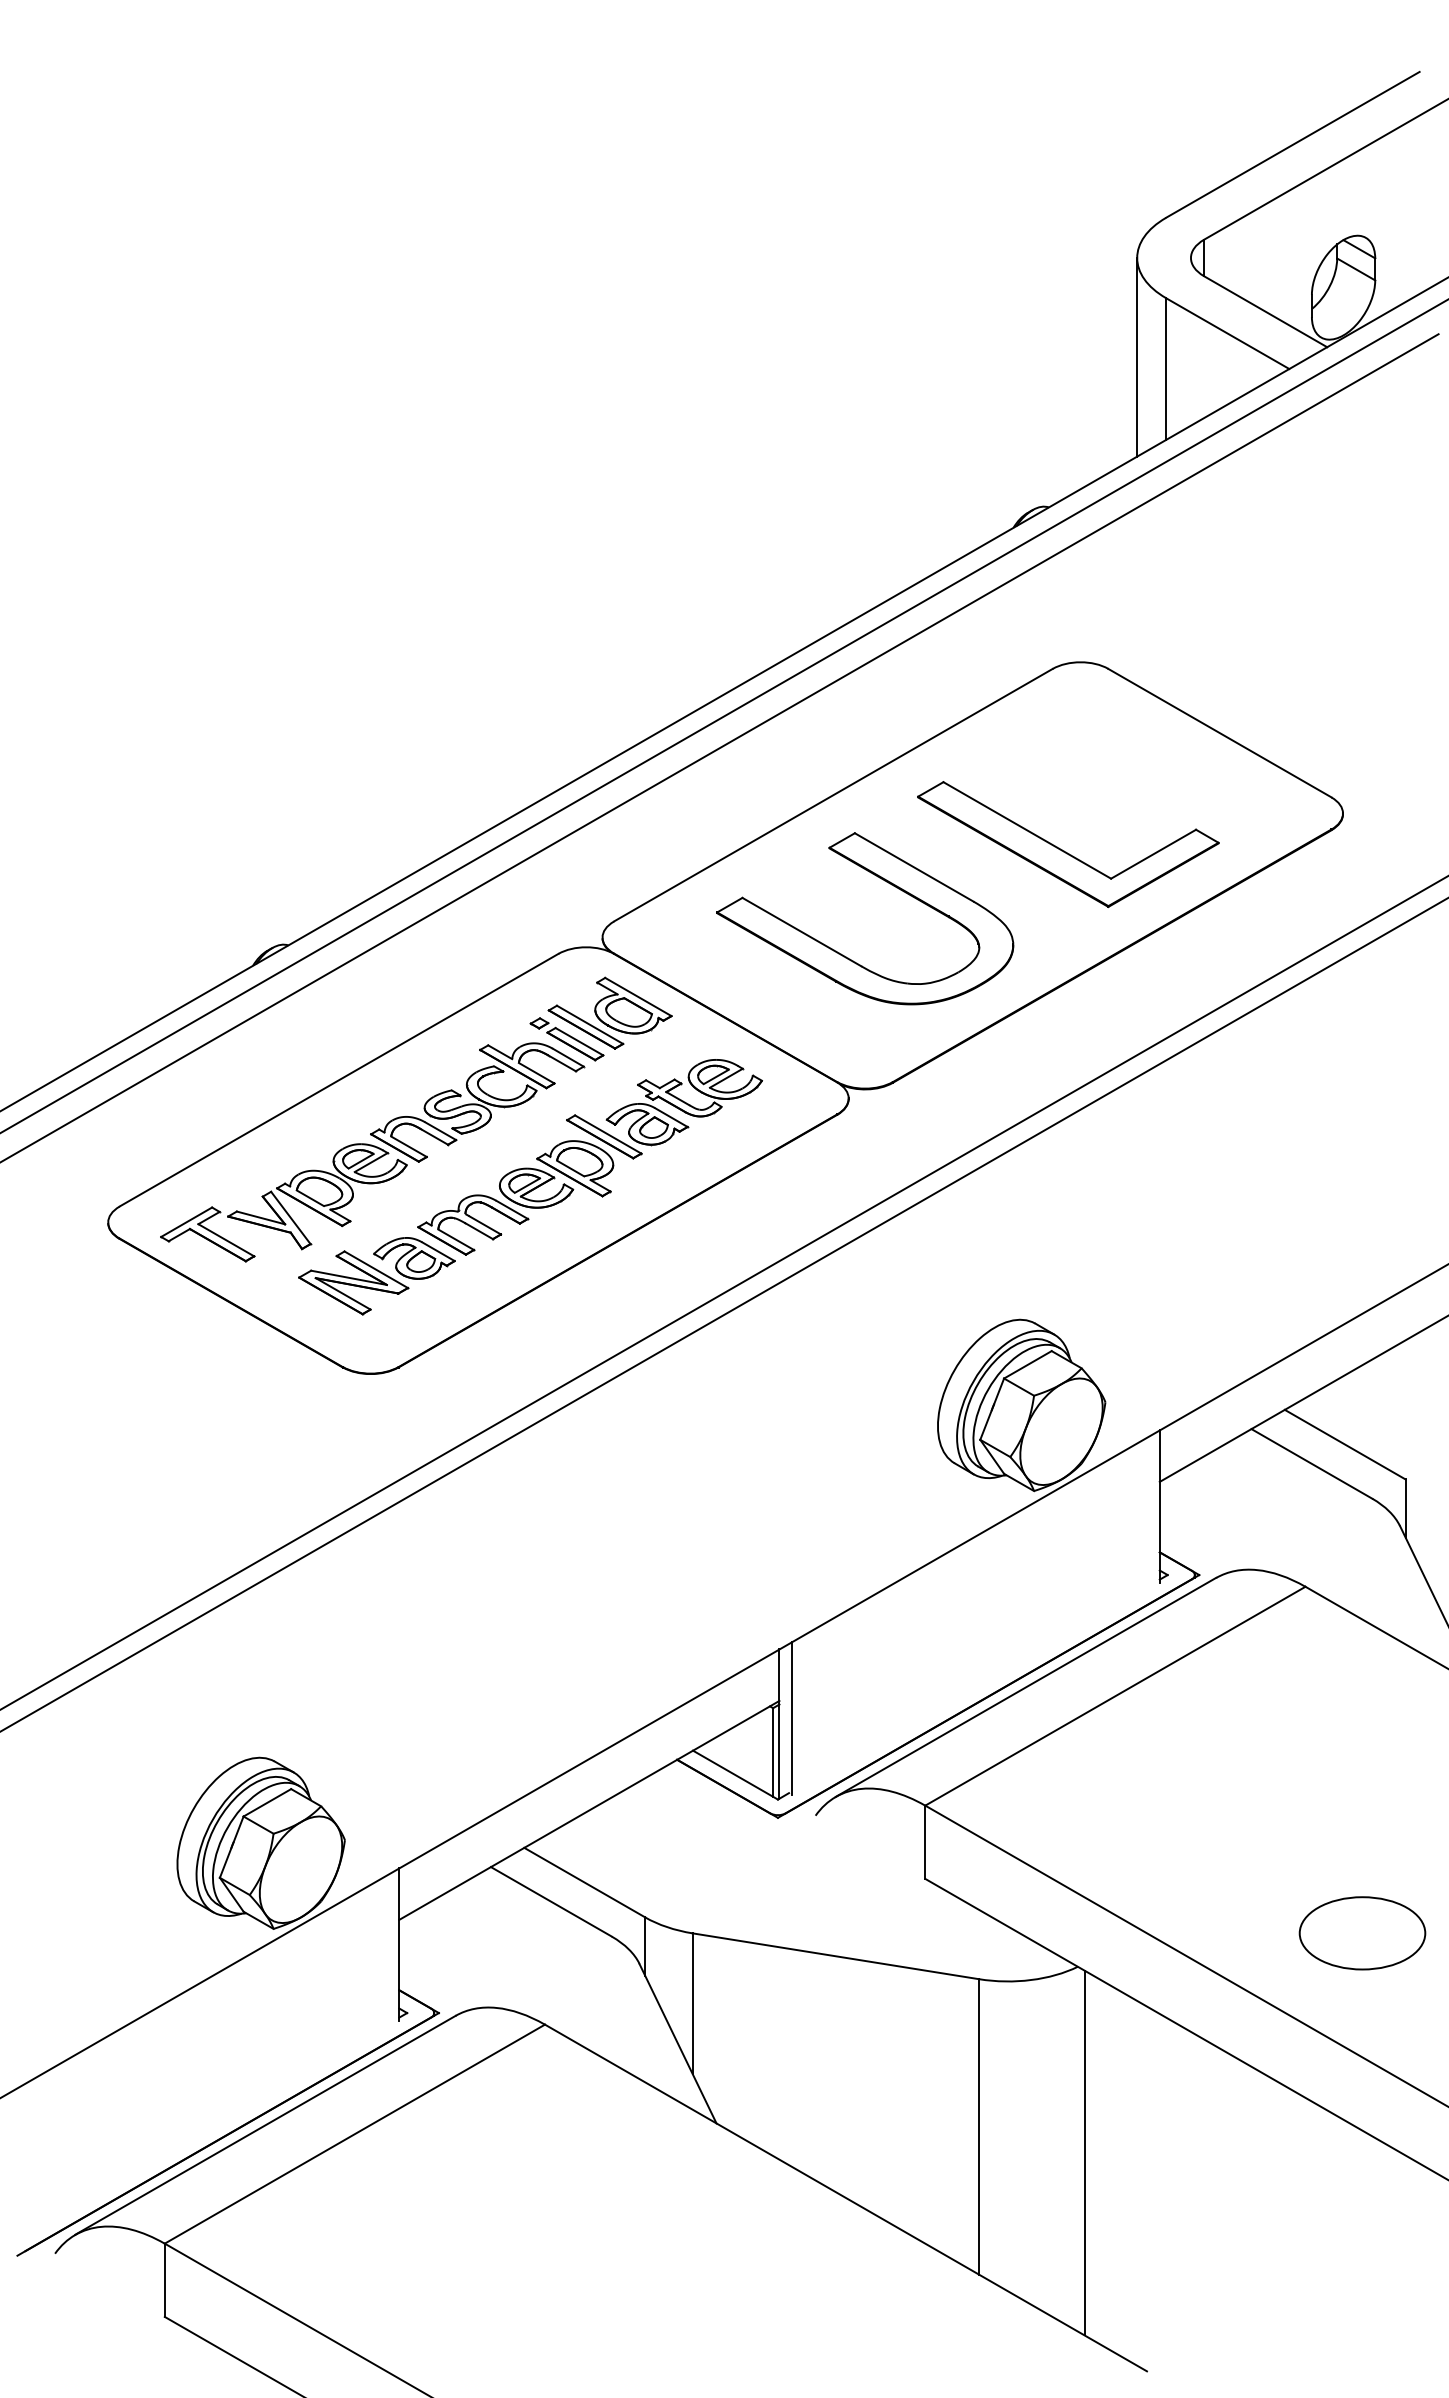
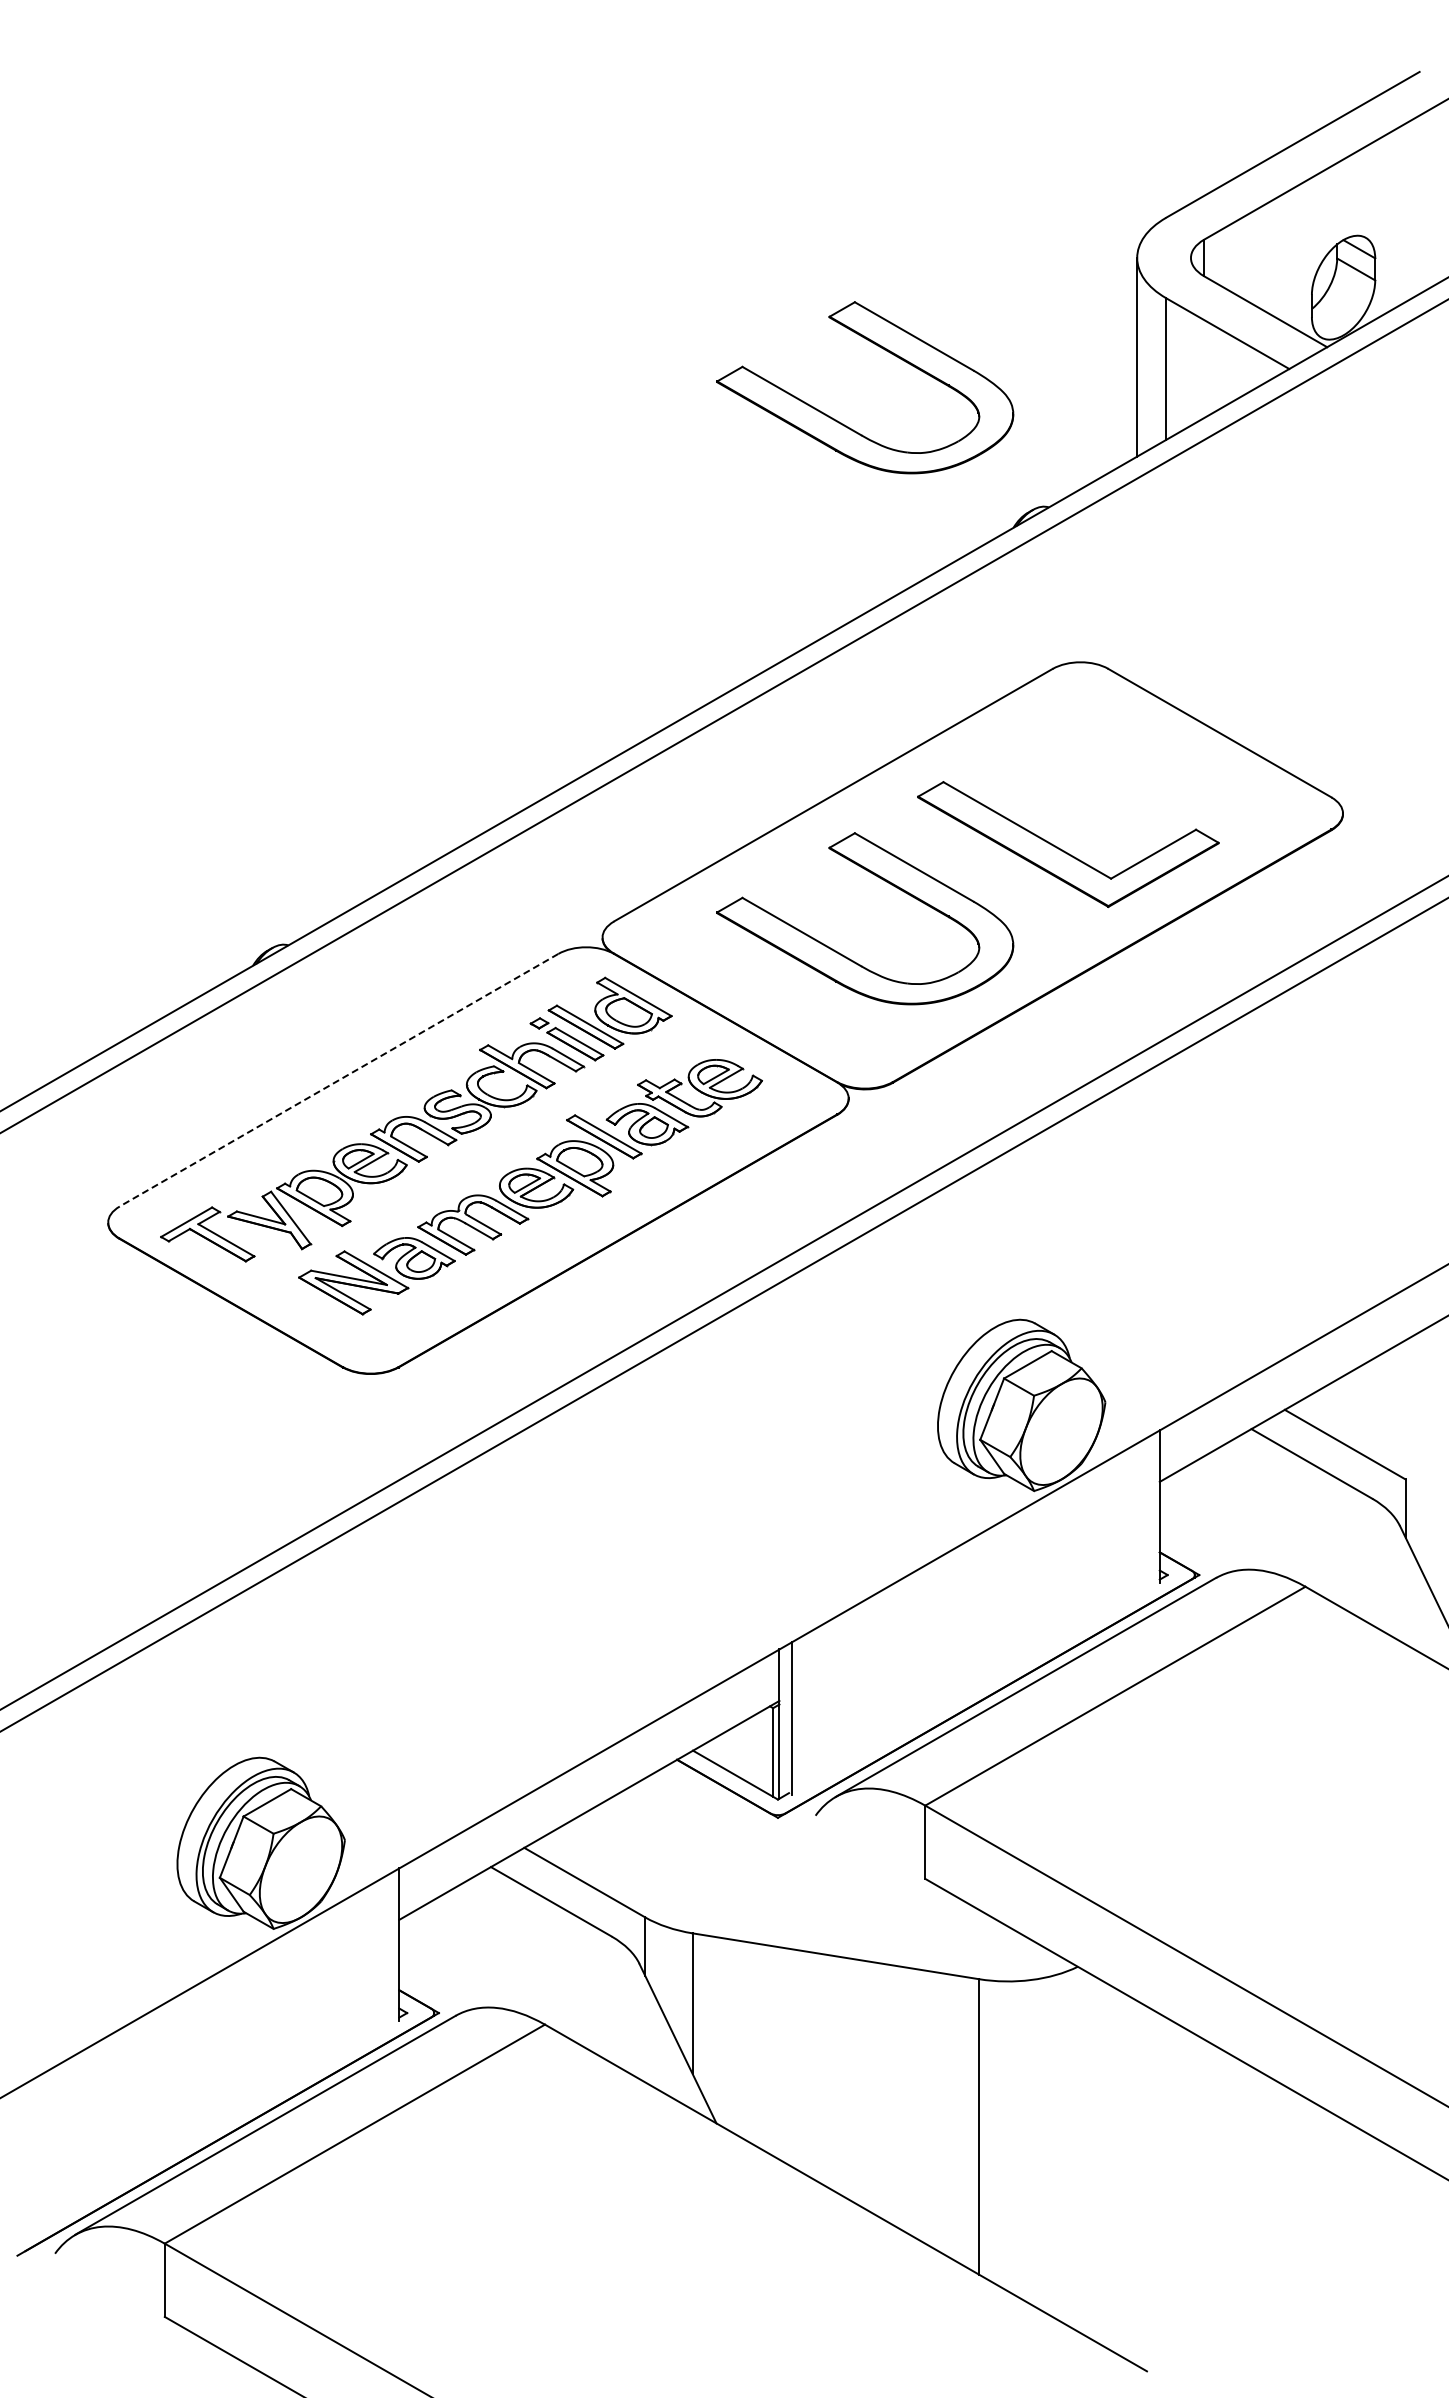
part at (884, 350): none -> present
line at (720, 747): present -> none
line at (338, 1080): solid -> dashed
part at (1362, 1933): present -> none
line at (1084, 2152): present -> none
